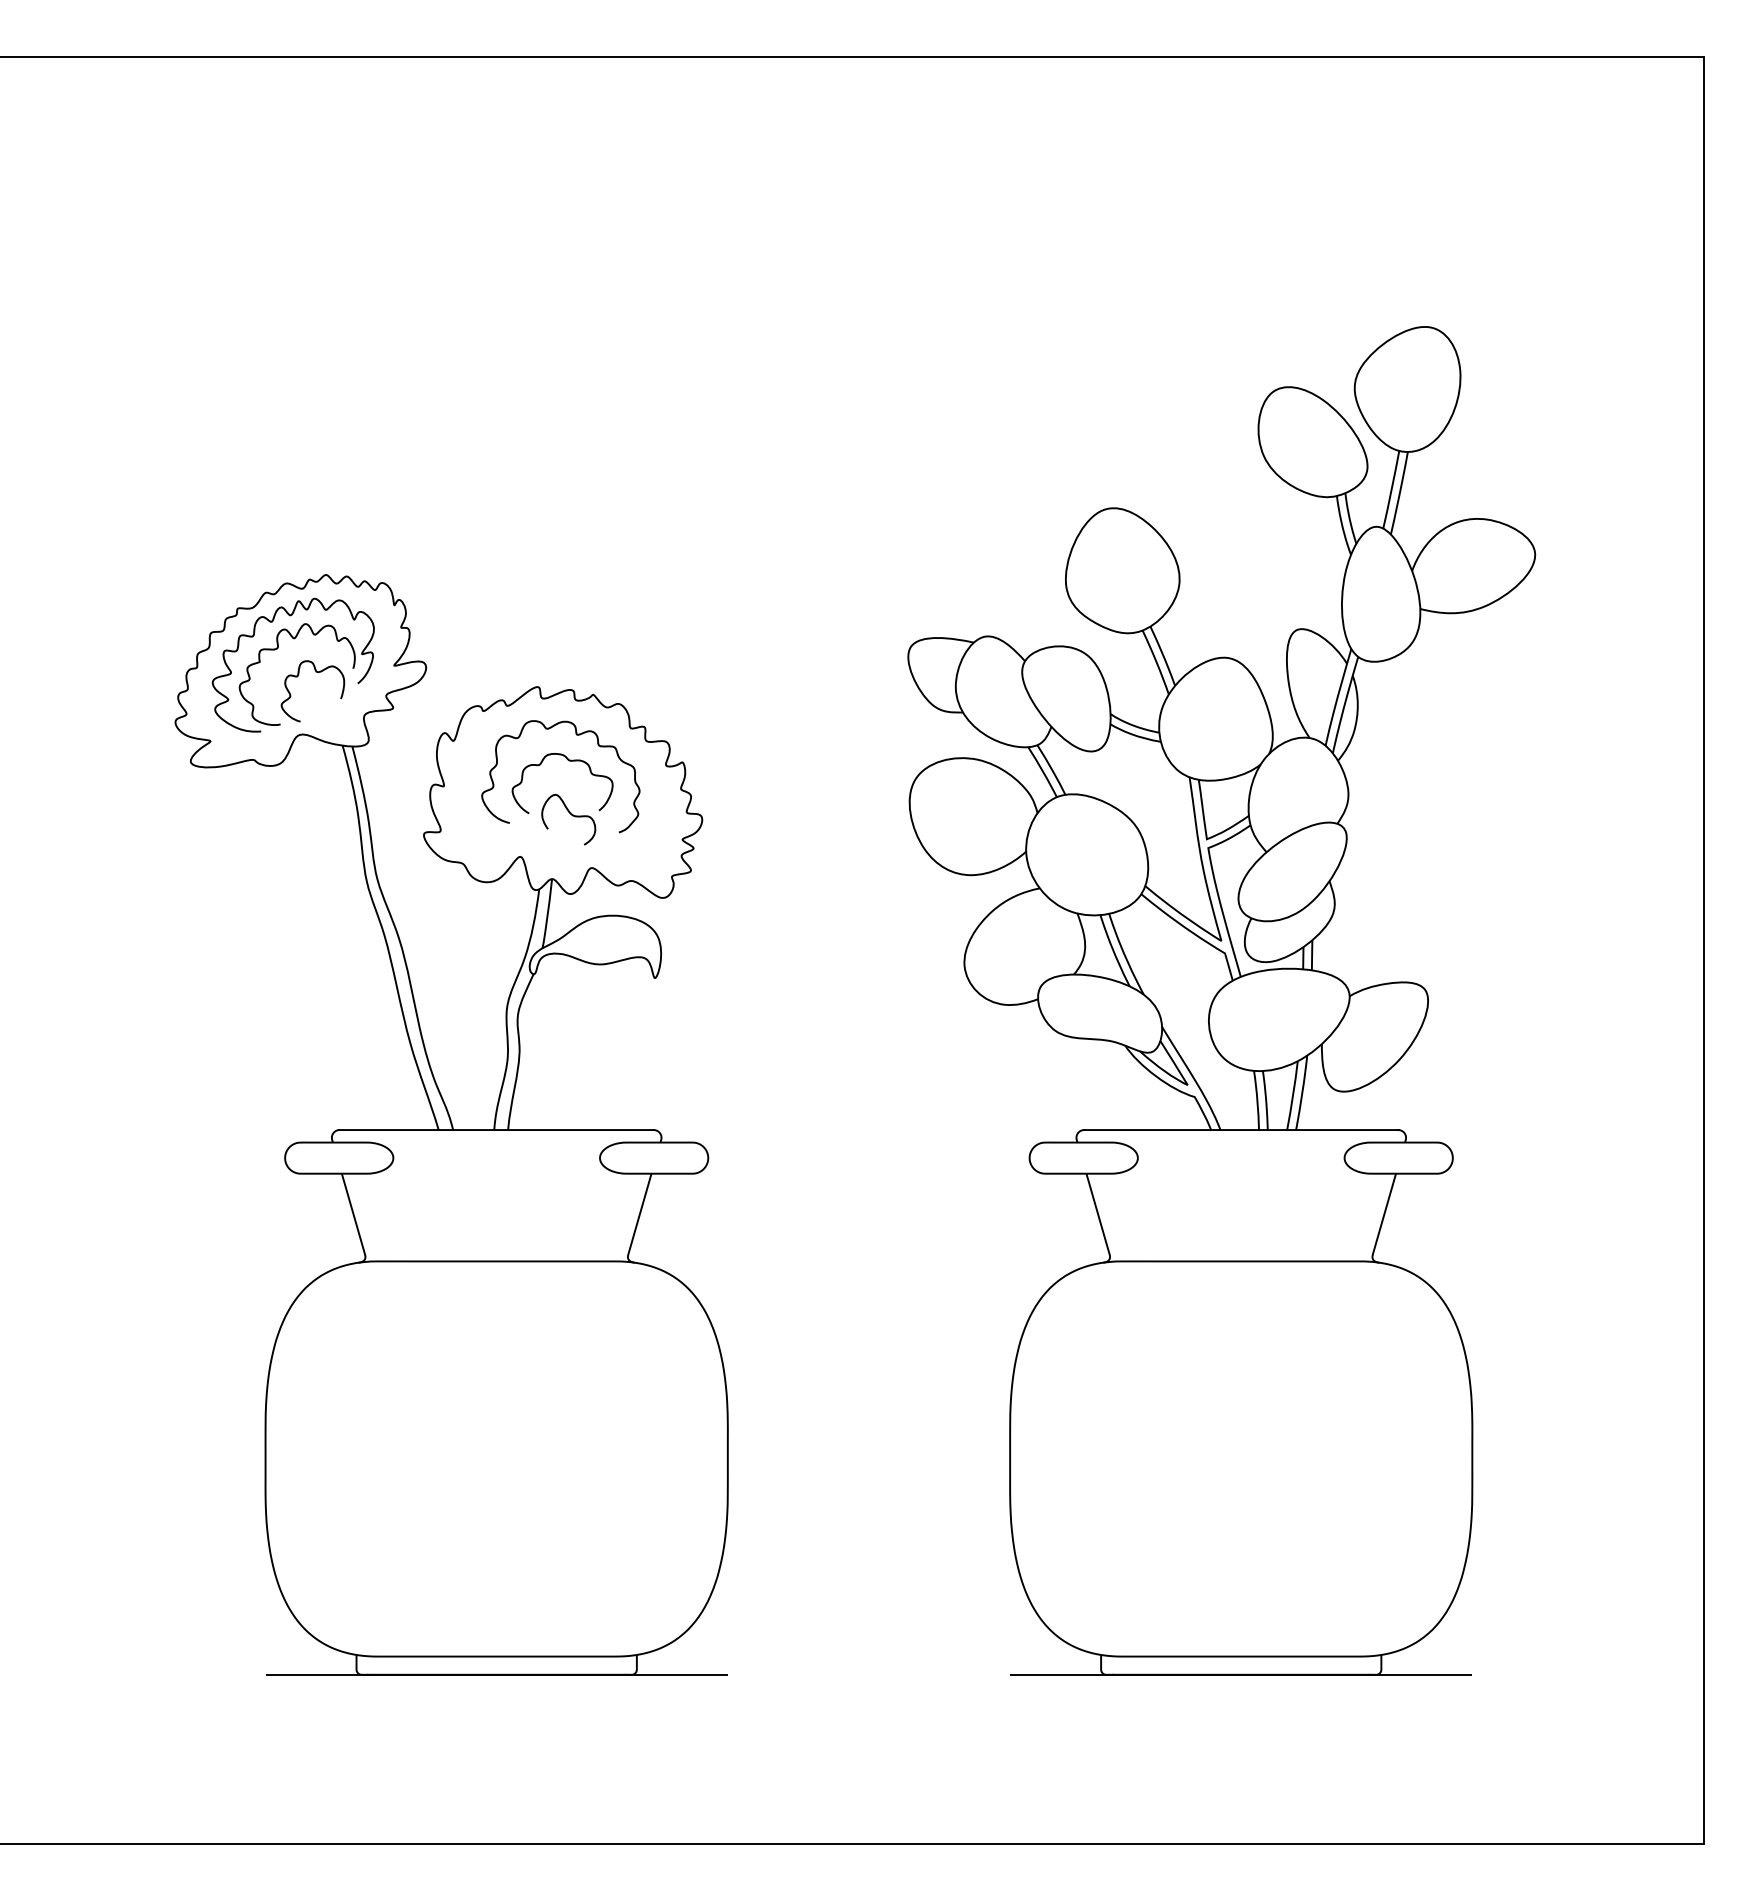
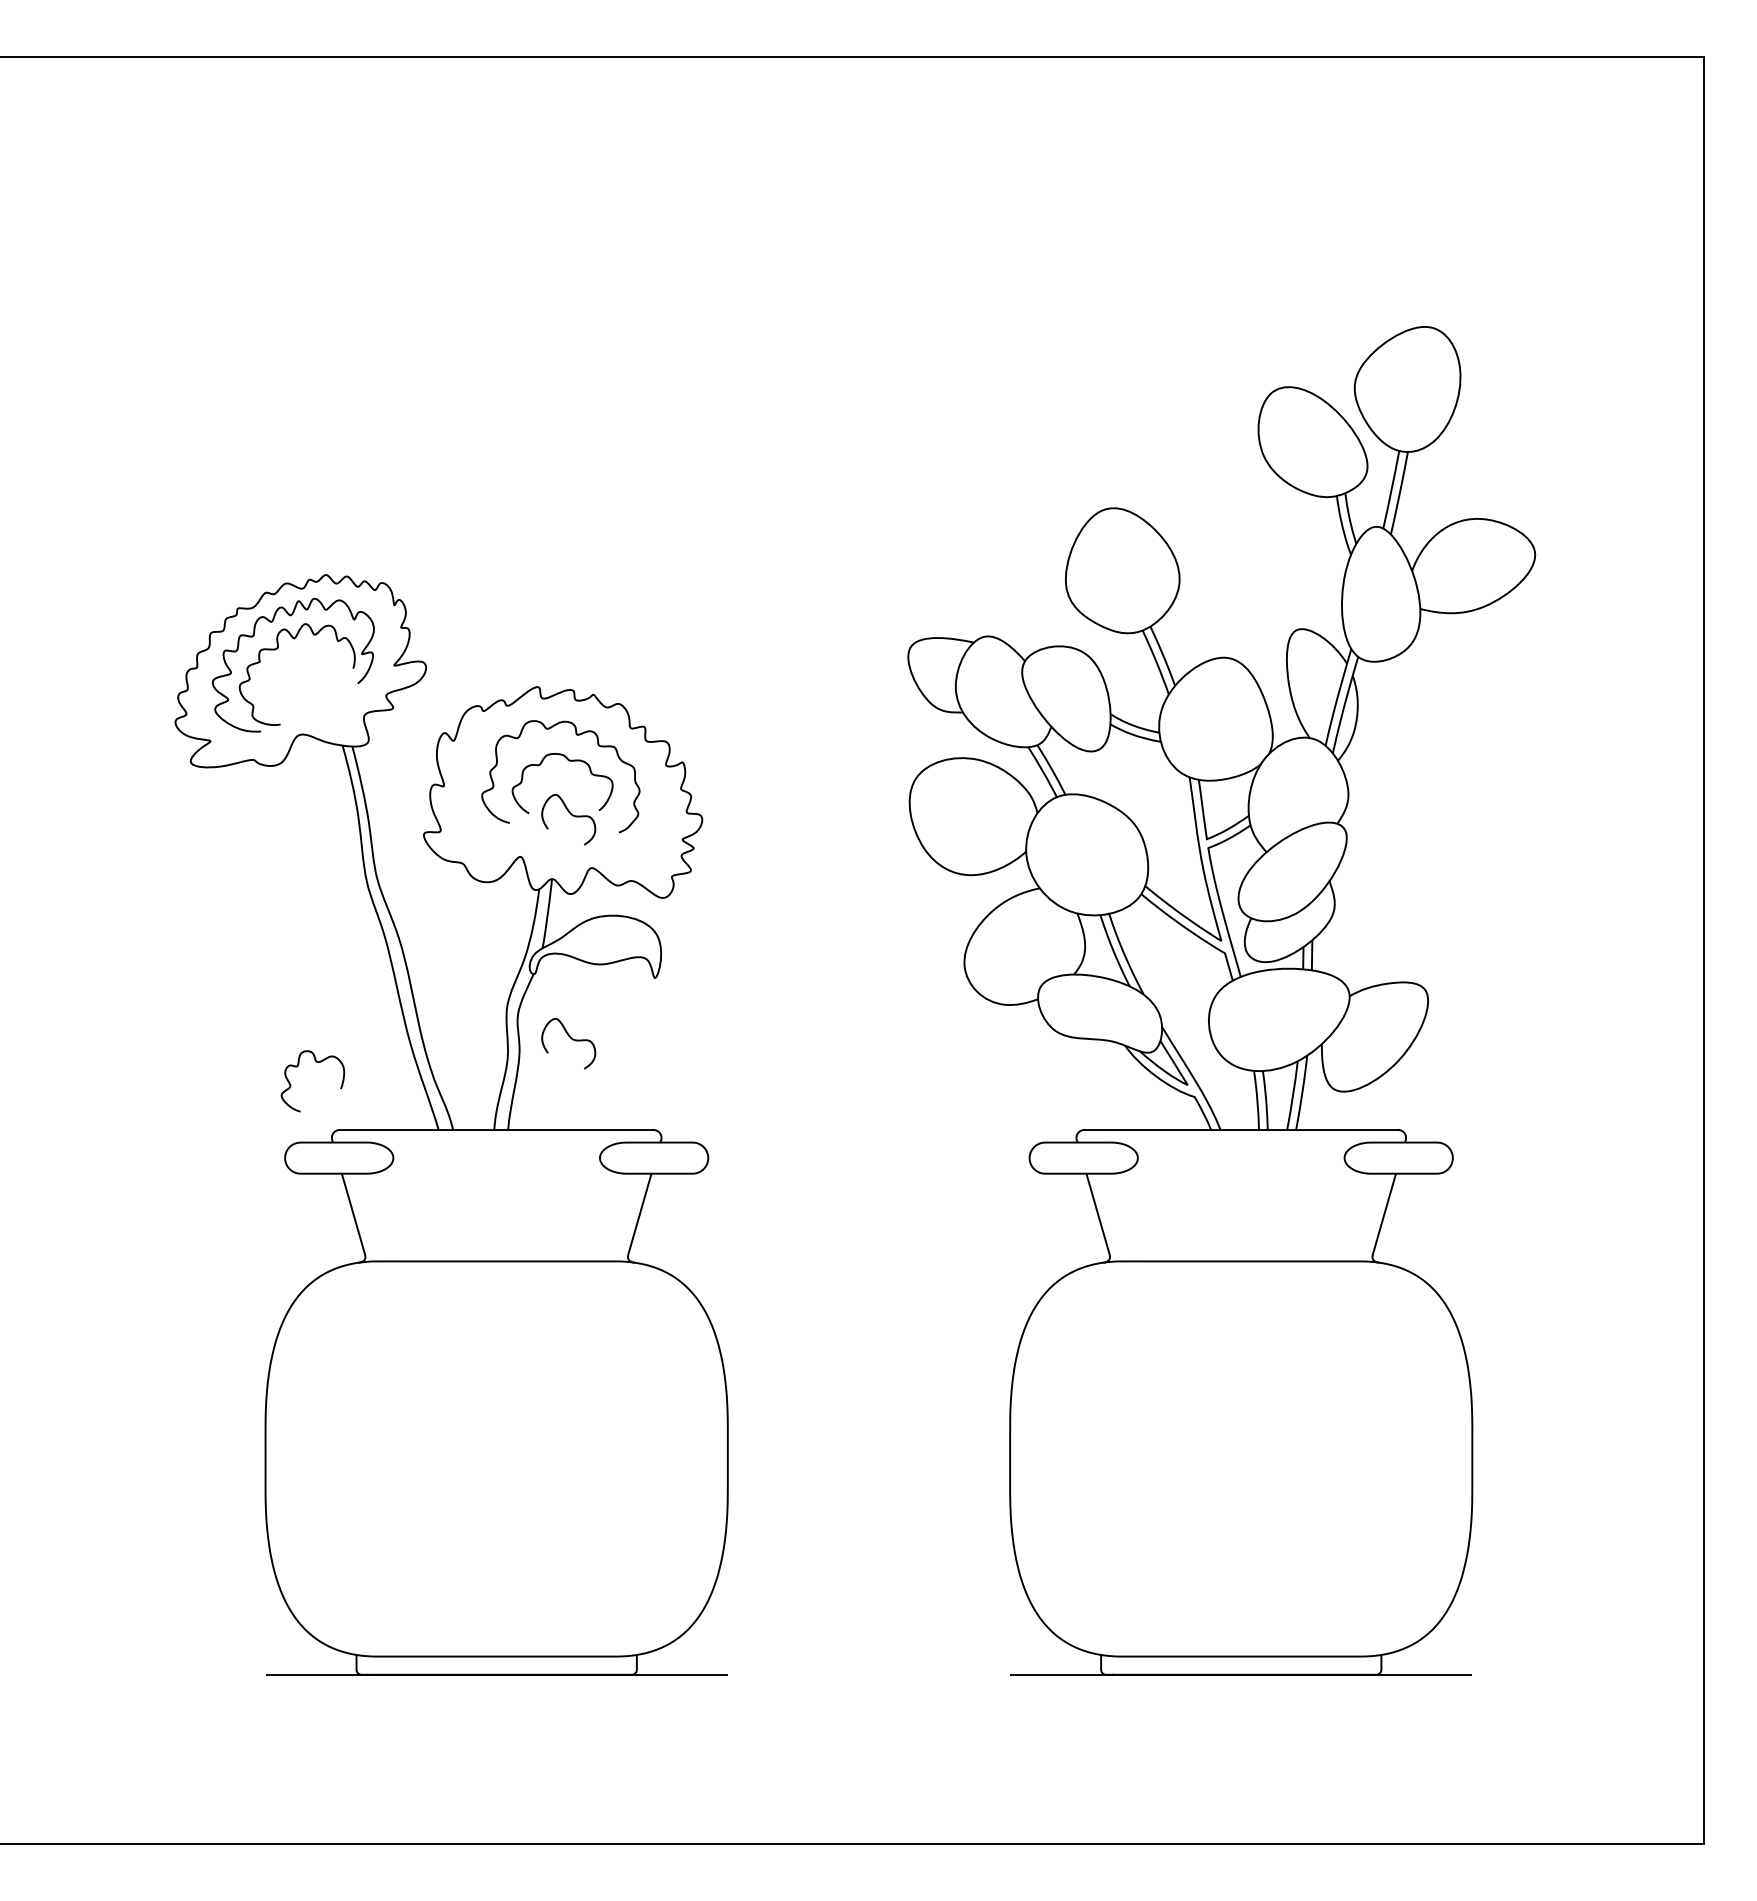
curve at (316, 672) position: (316, 672) -> (316, 1062)
curve at (571, 1039): none -> present
